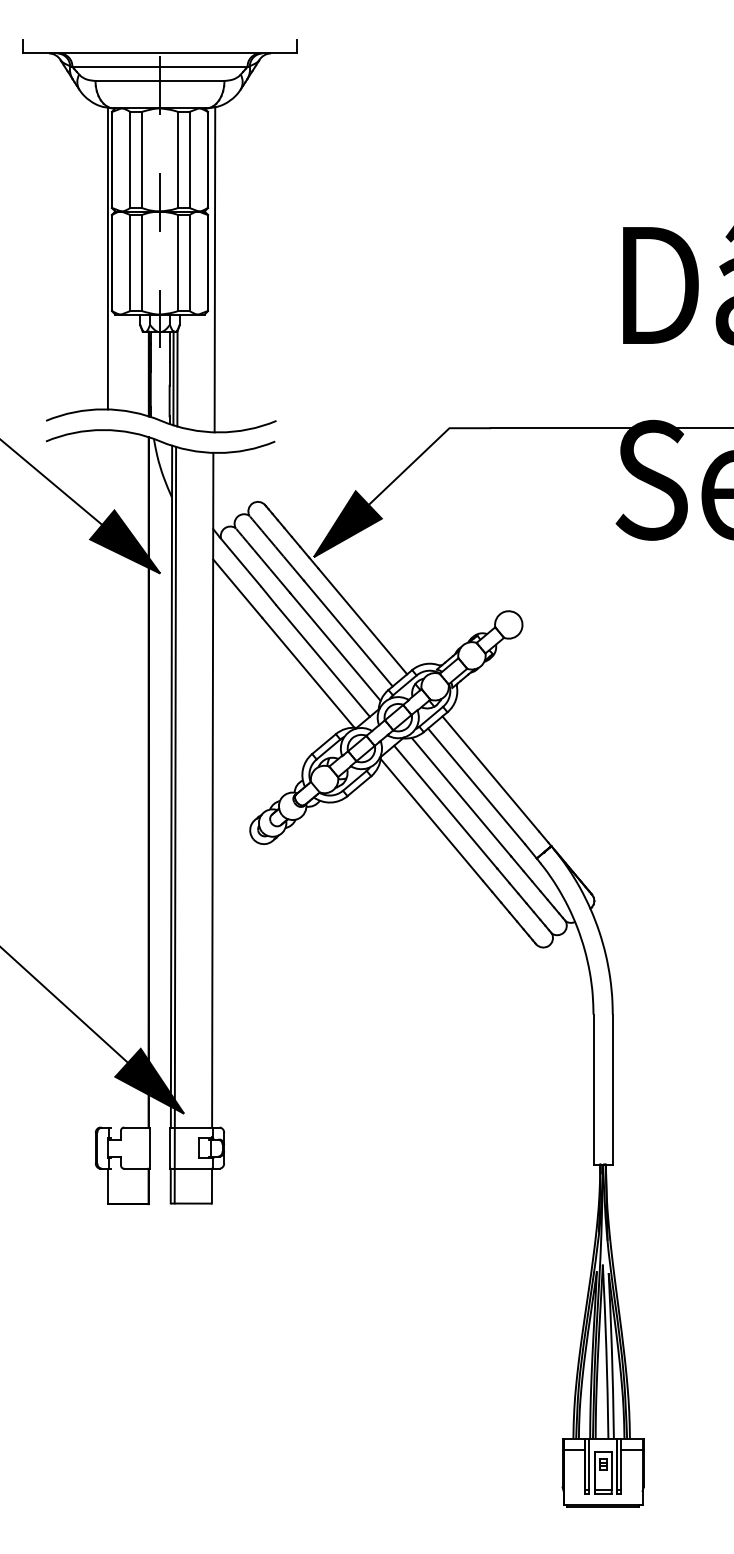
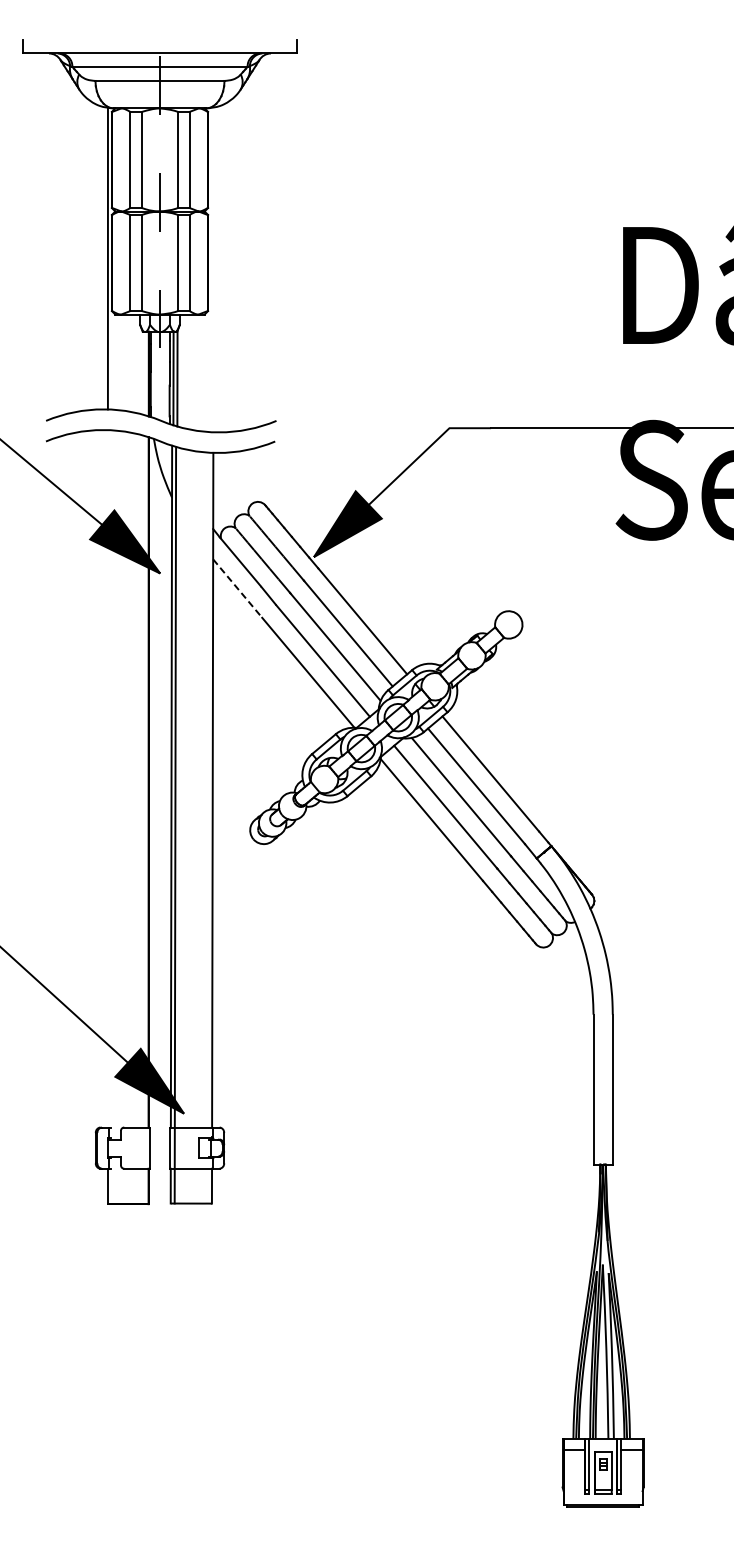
line at (214, 269): present -> none
line at (238, 588): solid -> dashed
